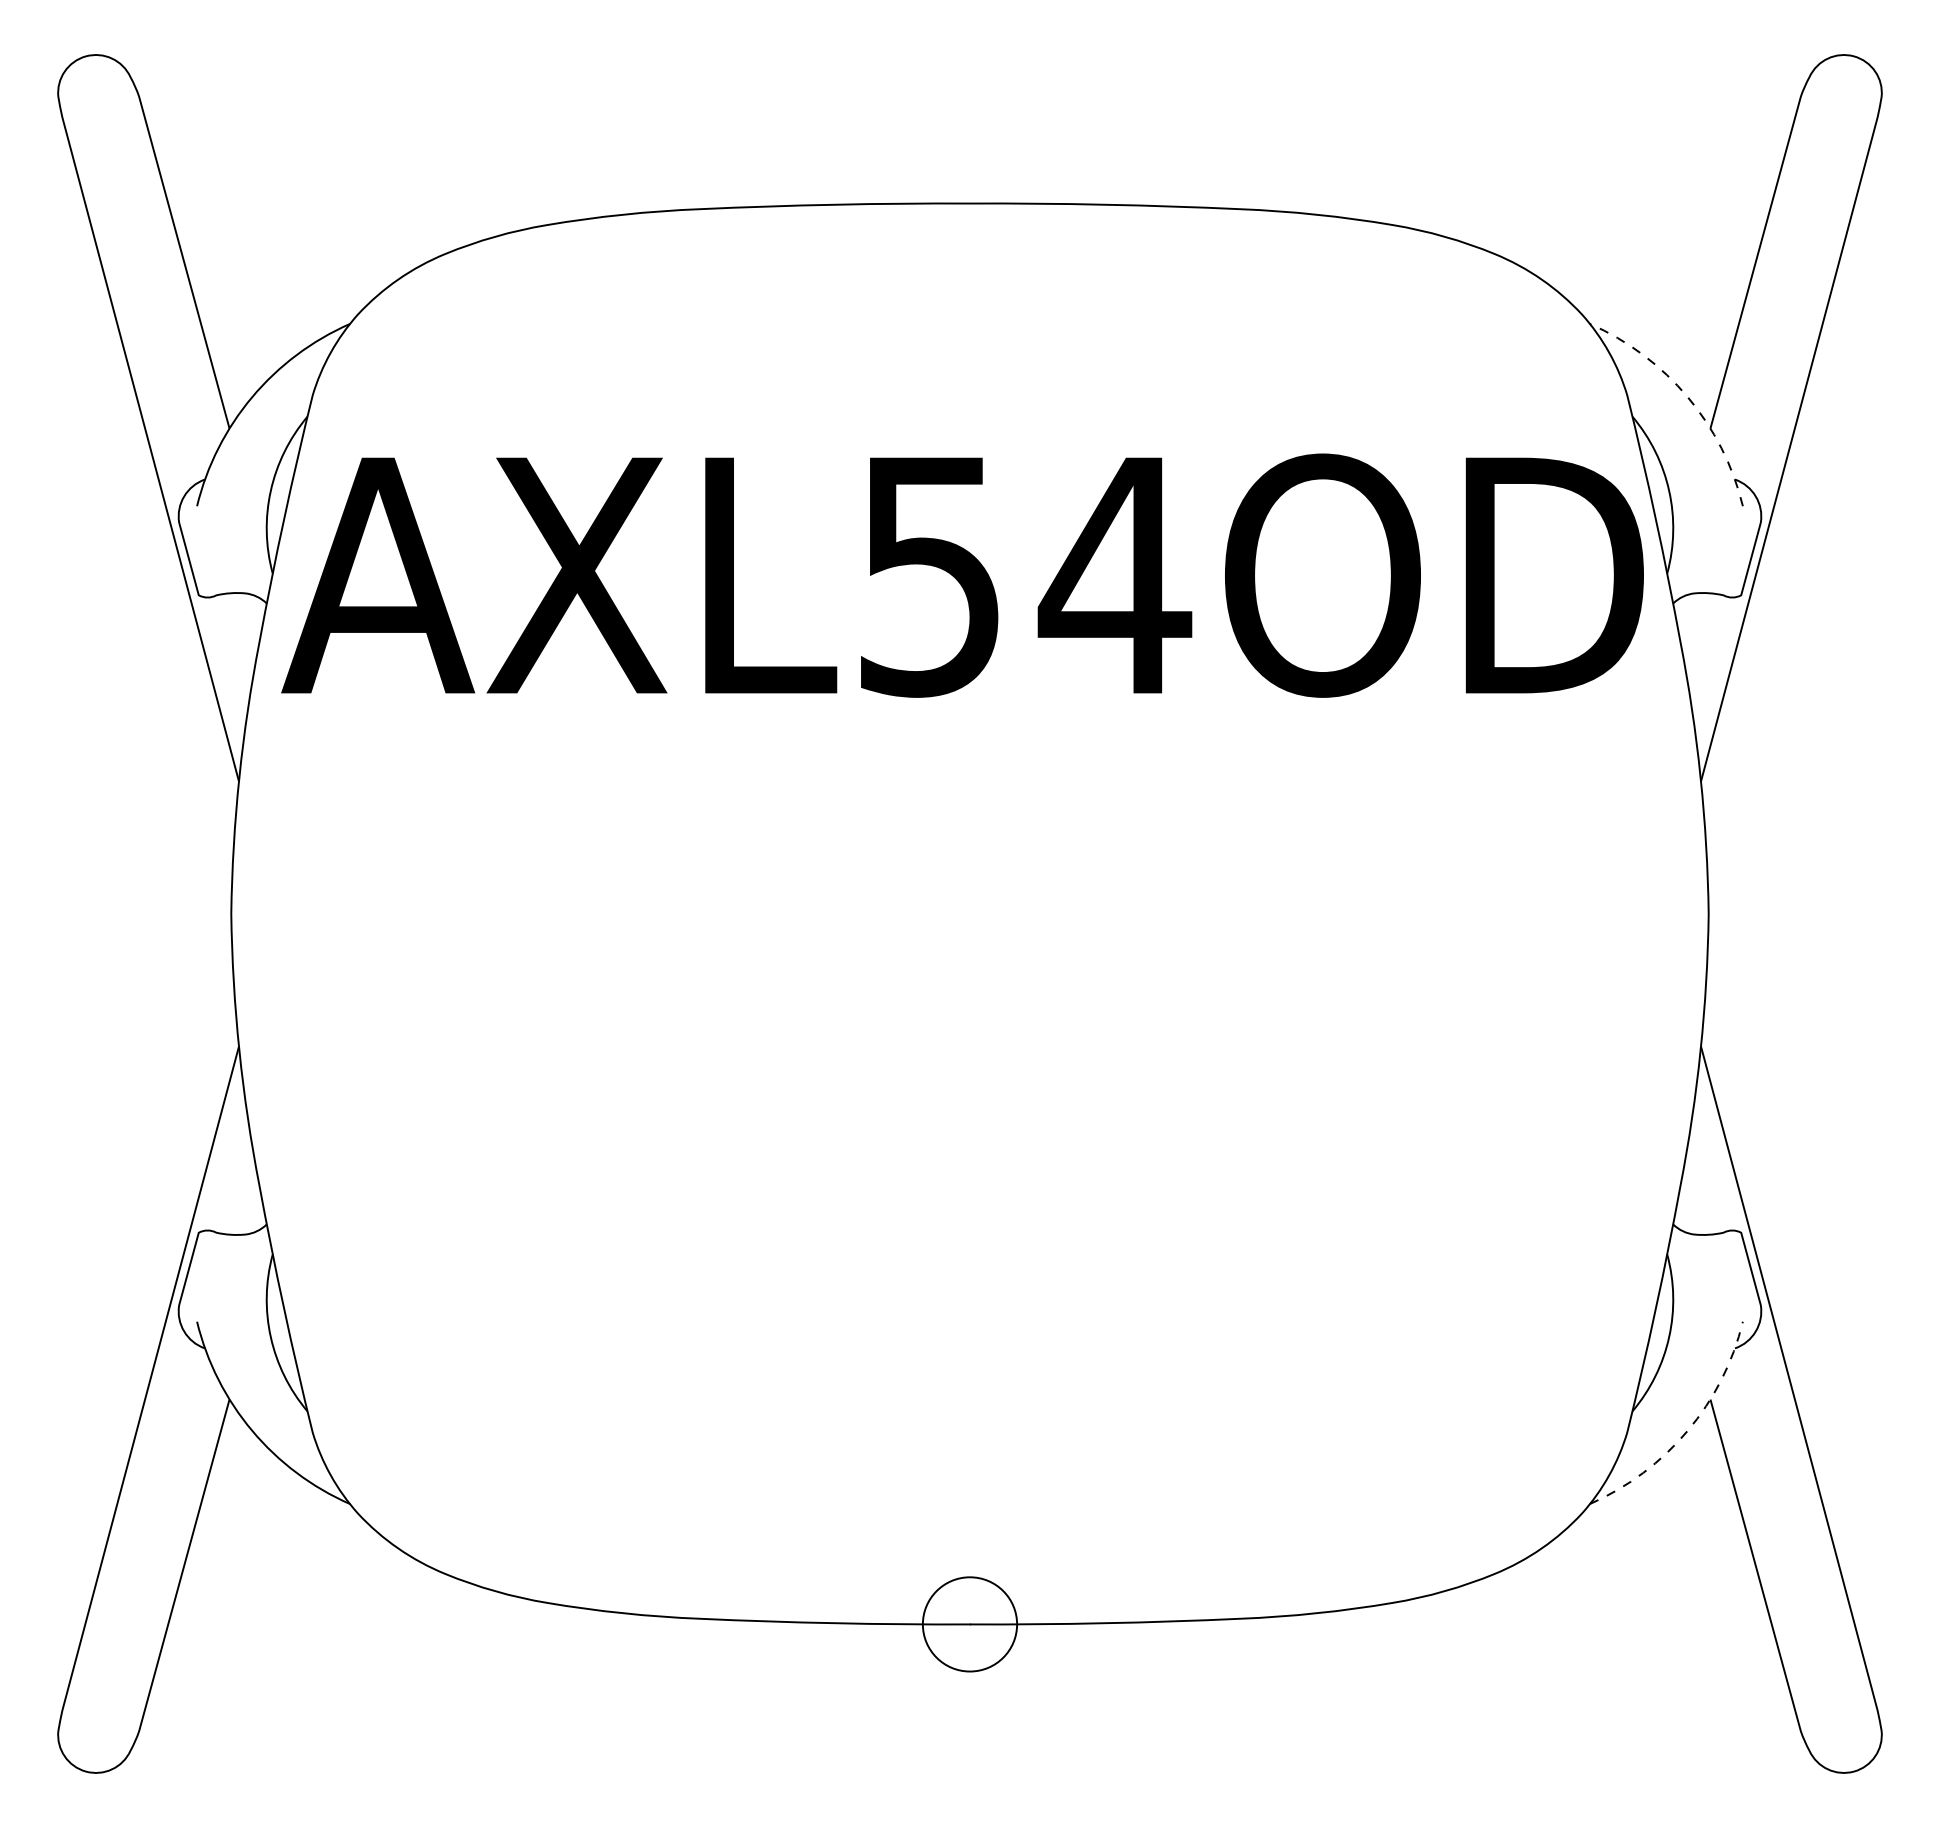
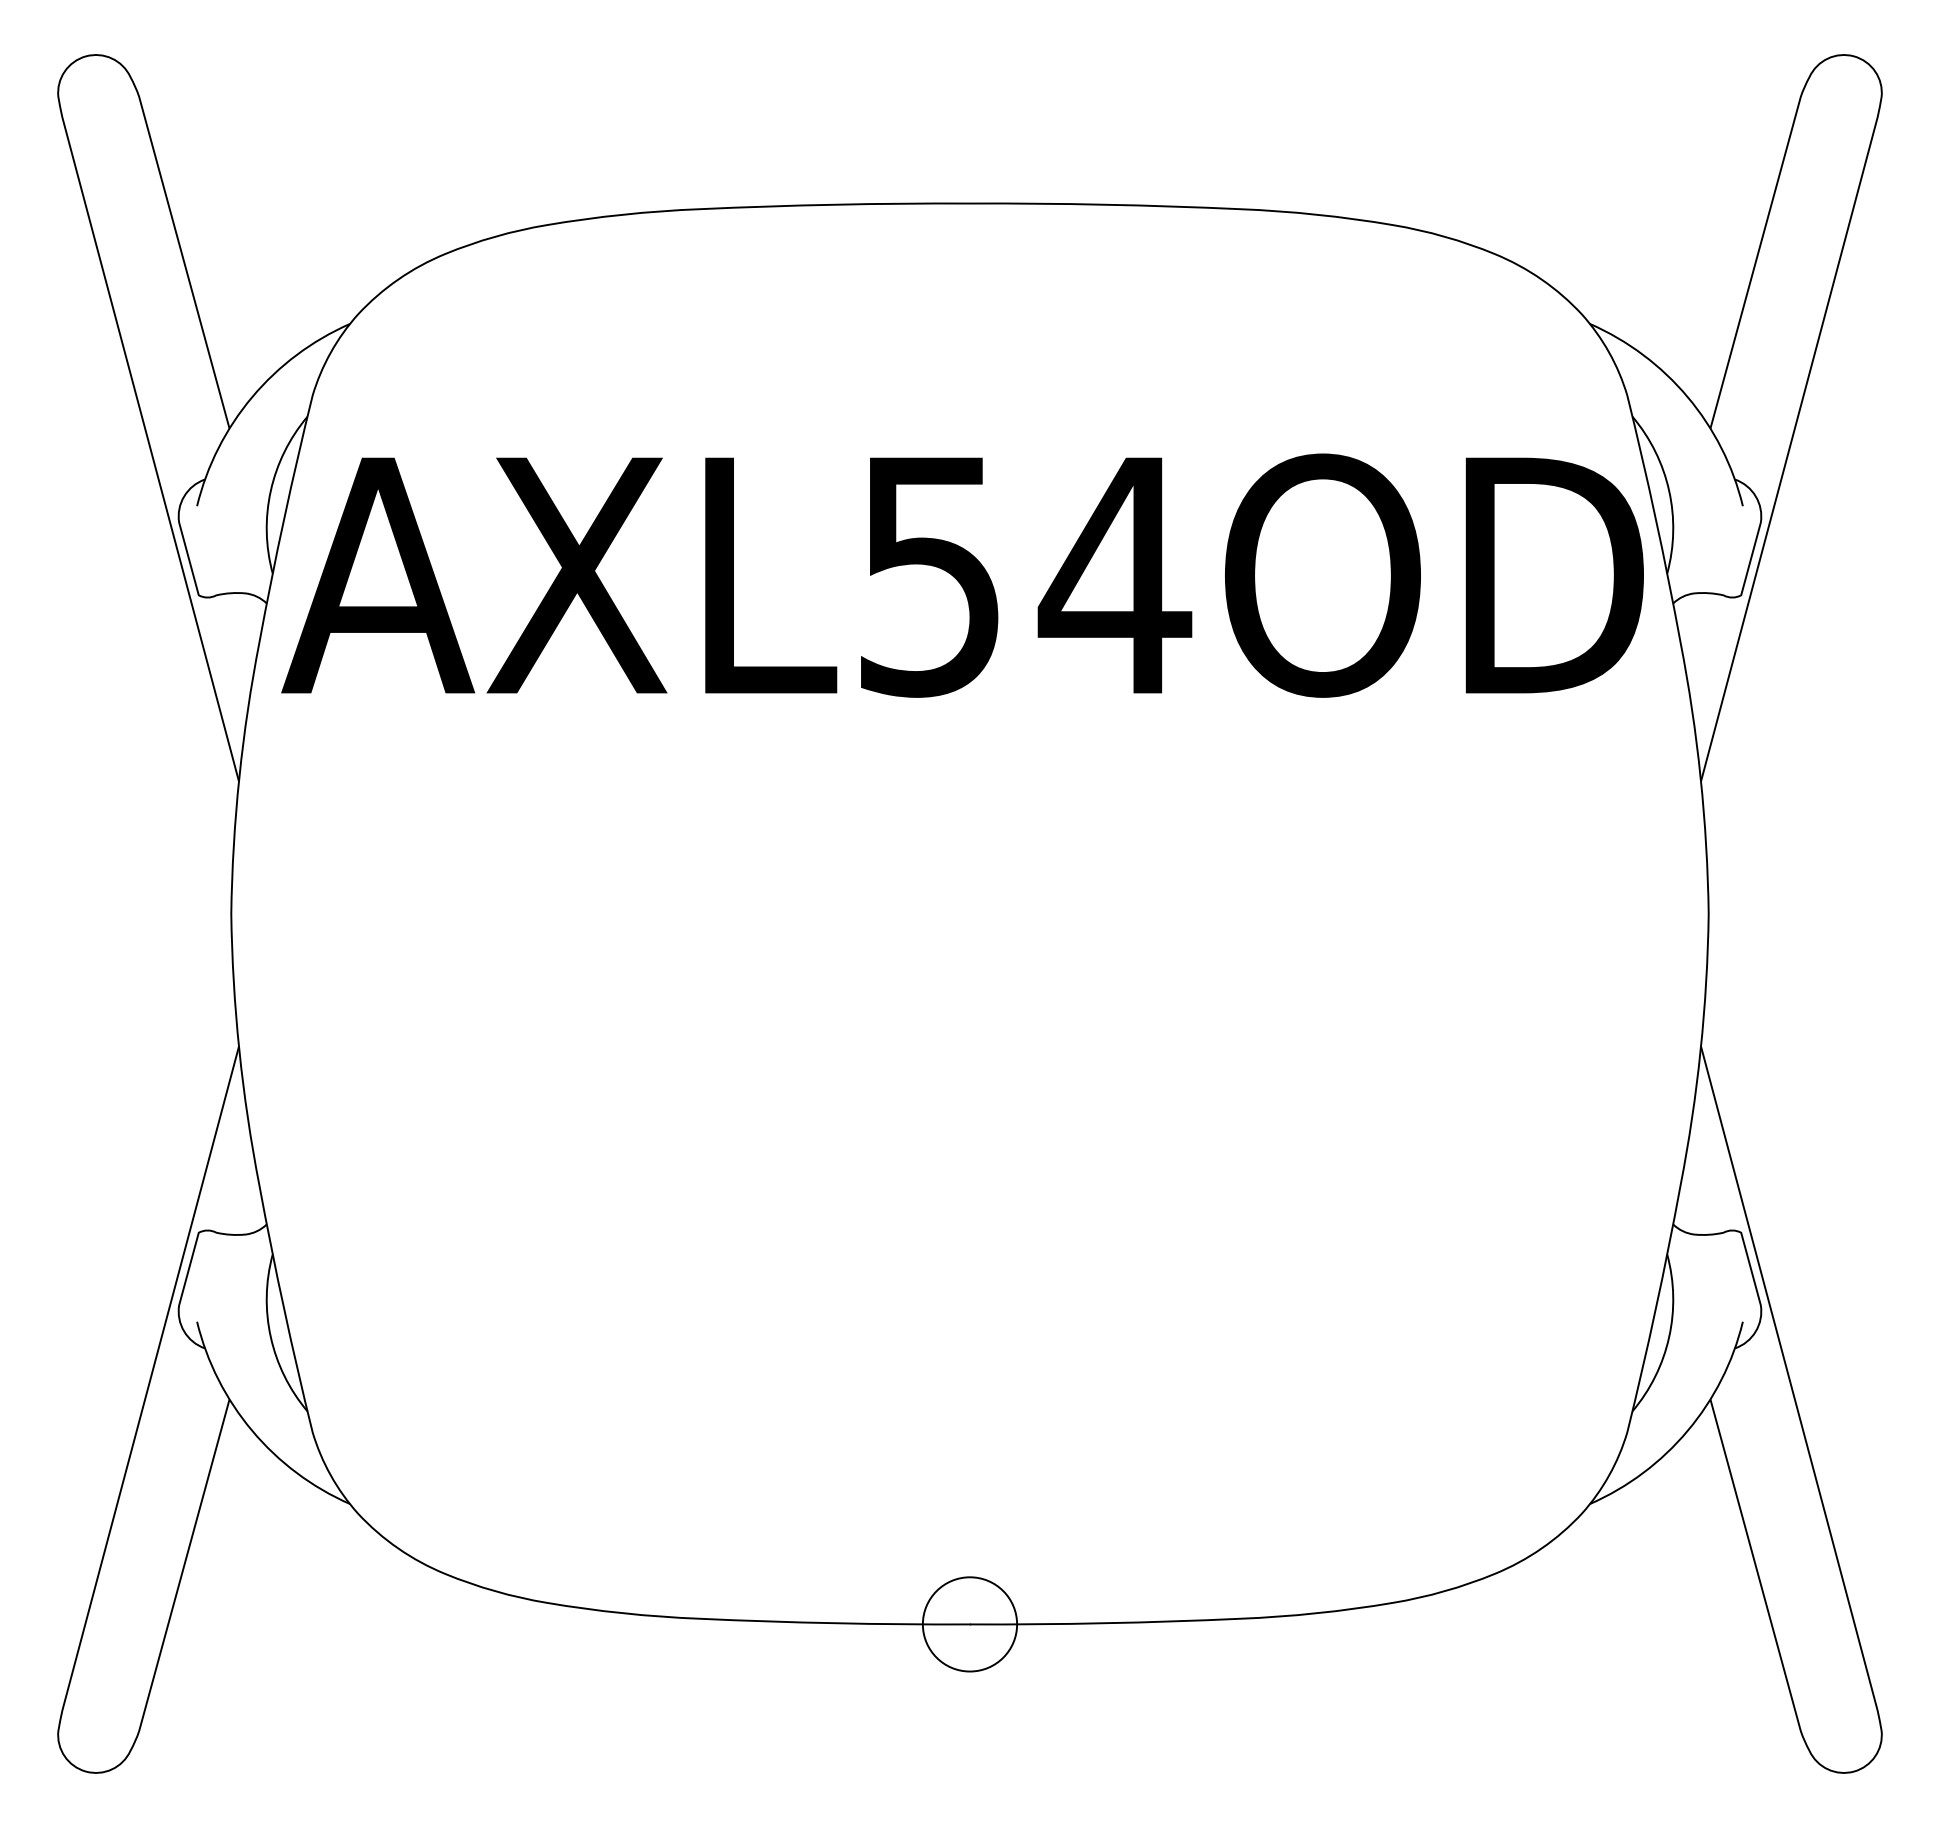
arc at (1687, 397): dashed -> solid
arc at (1687, 1430): dashed -> solid
